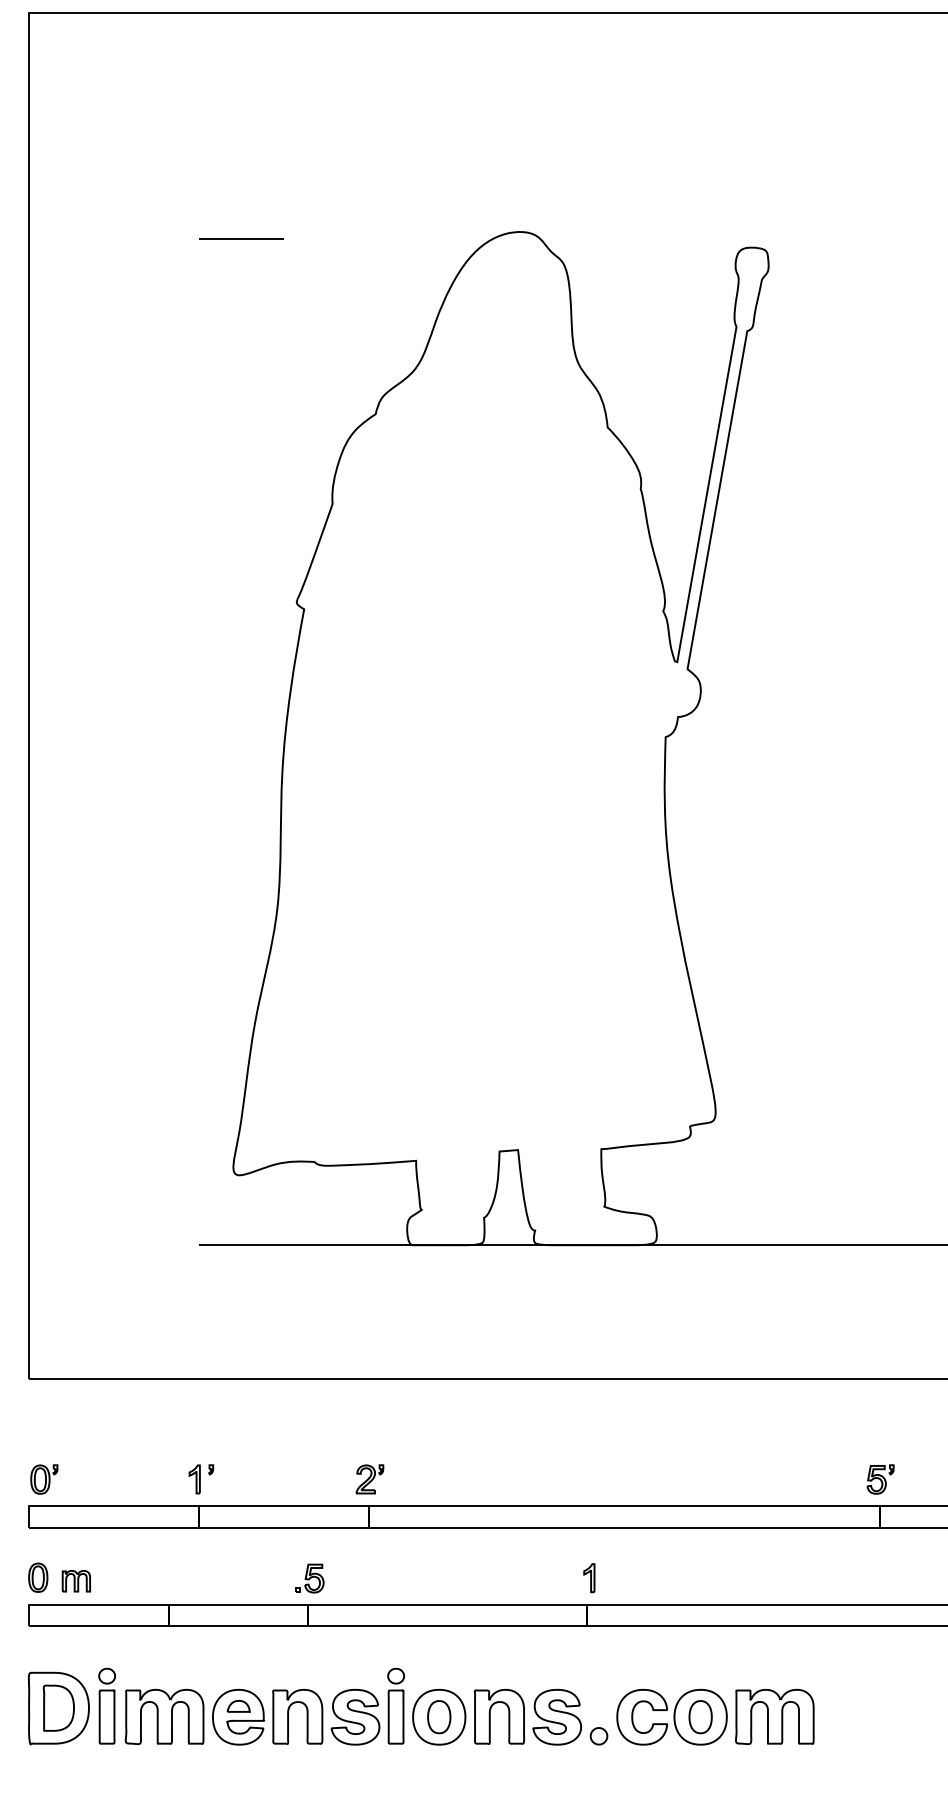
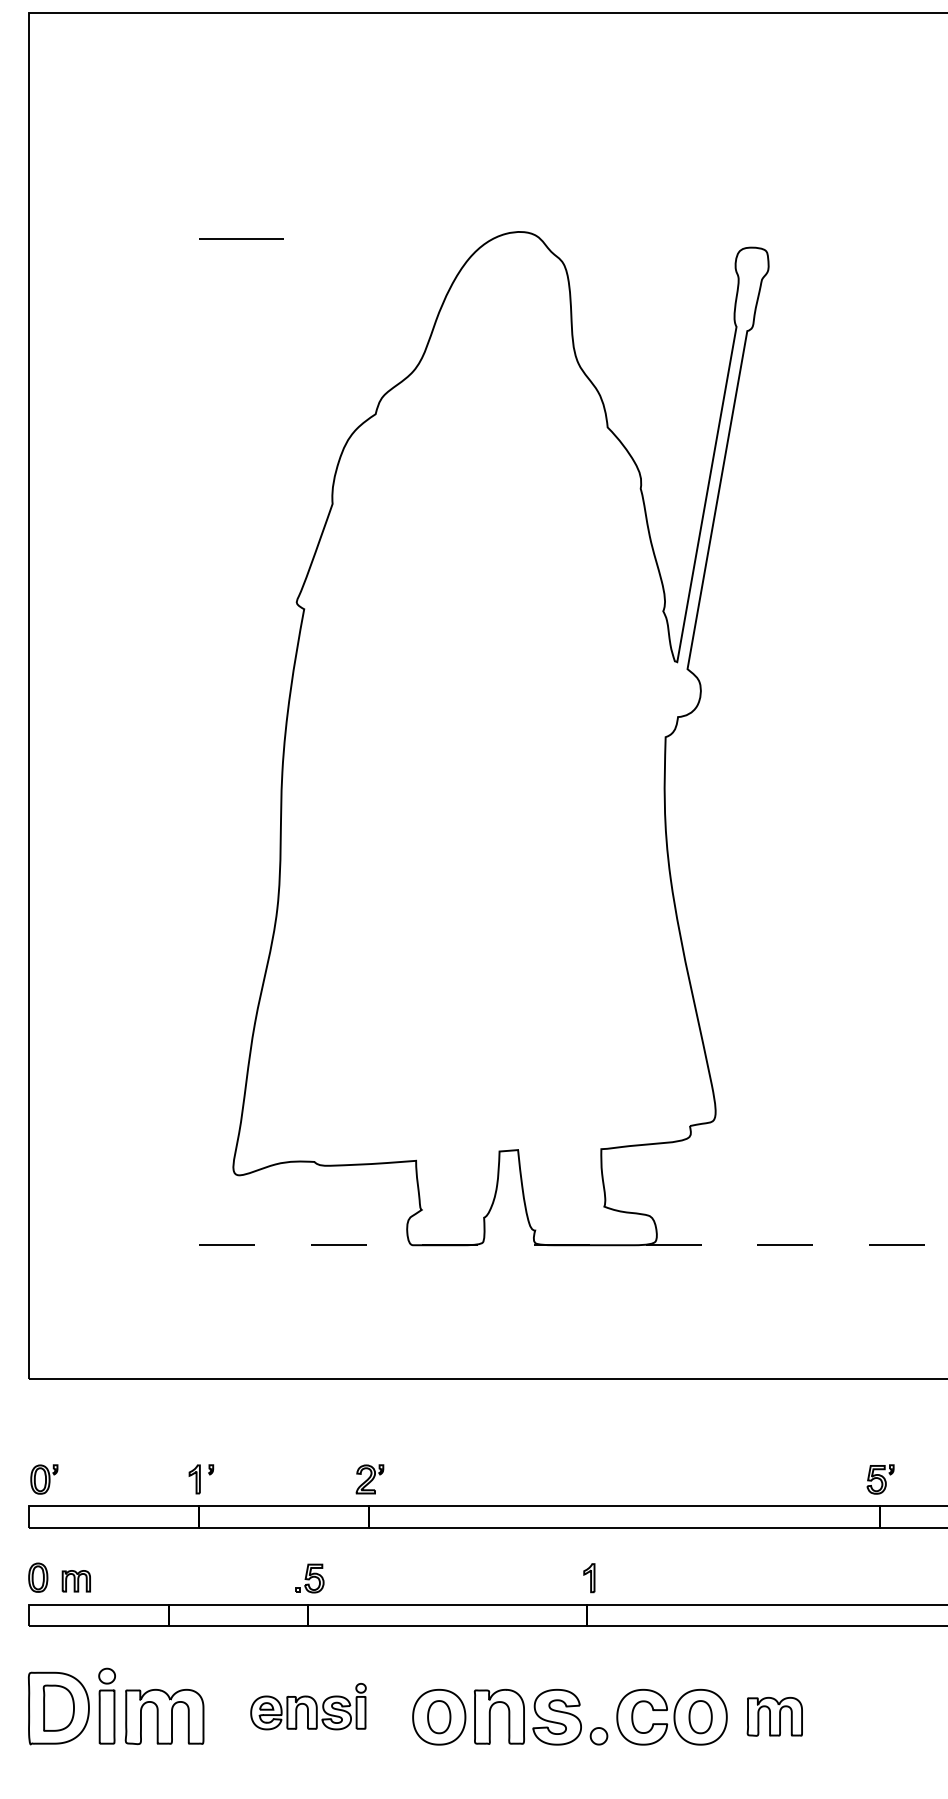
line at (573, 1245): solid -> dashed
part at (308, 1706) size: 193x79 px -> 117x48 px
part at (774, 1716) size: 80x57 px -> 57x41 px
